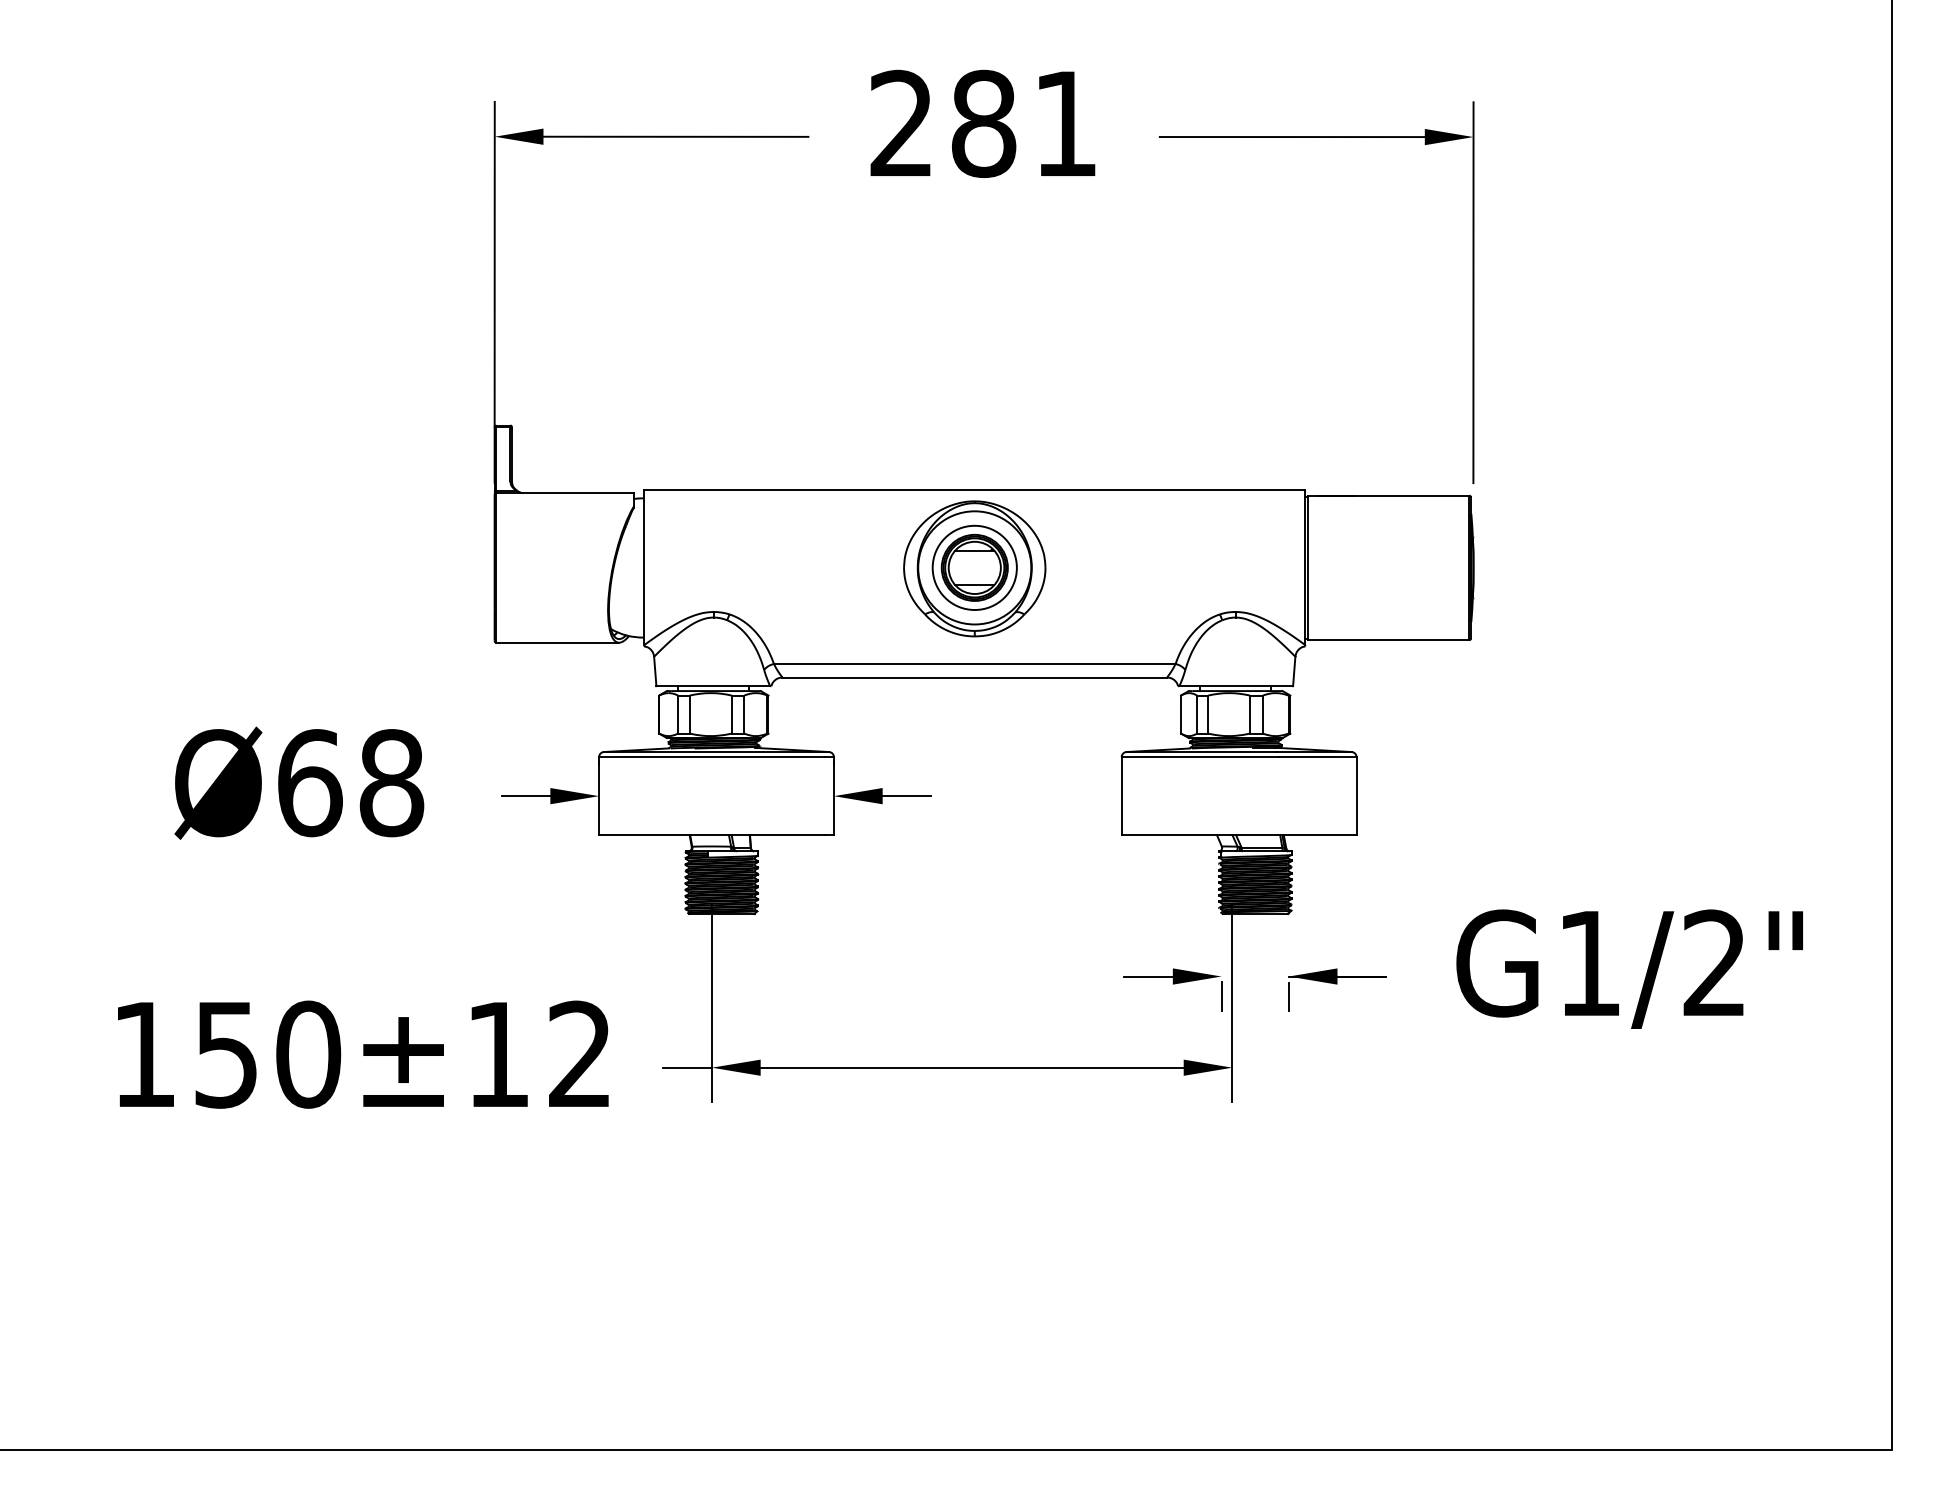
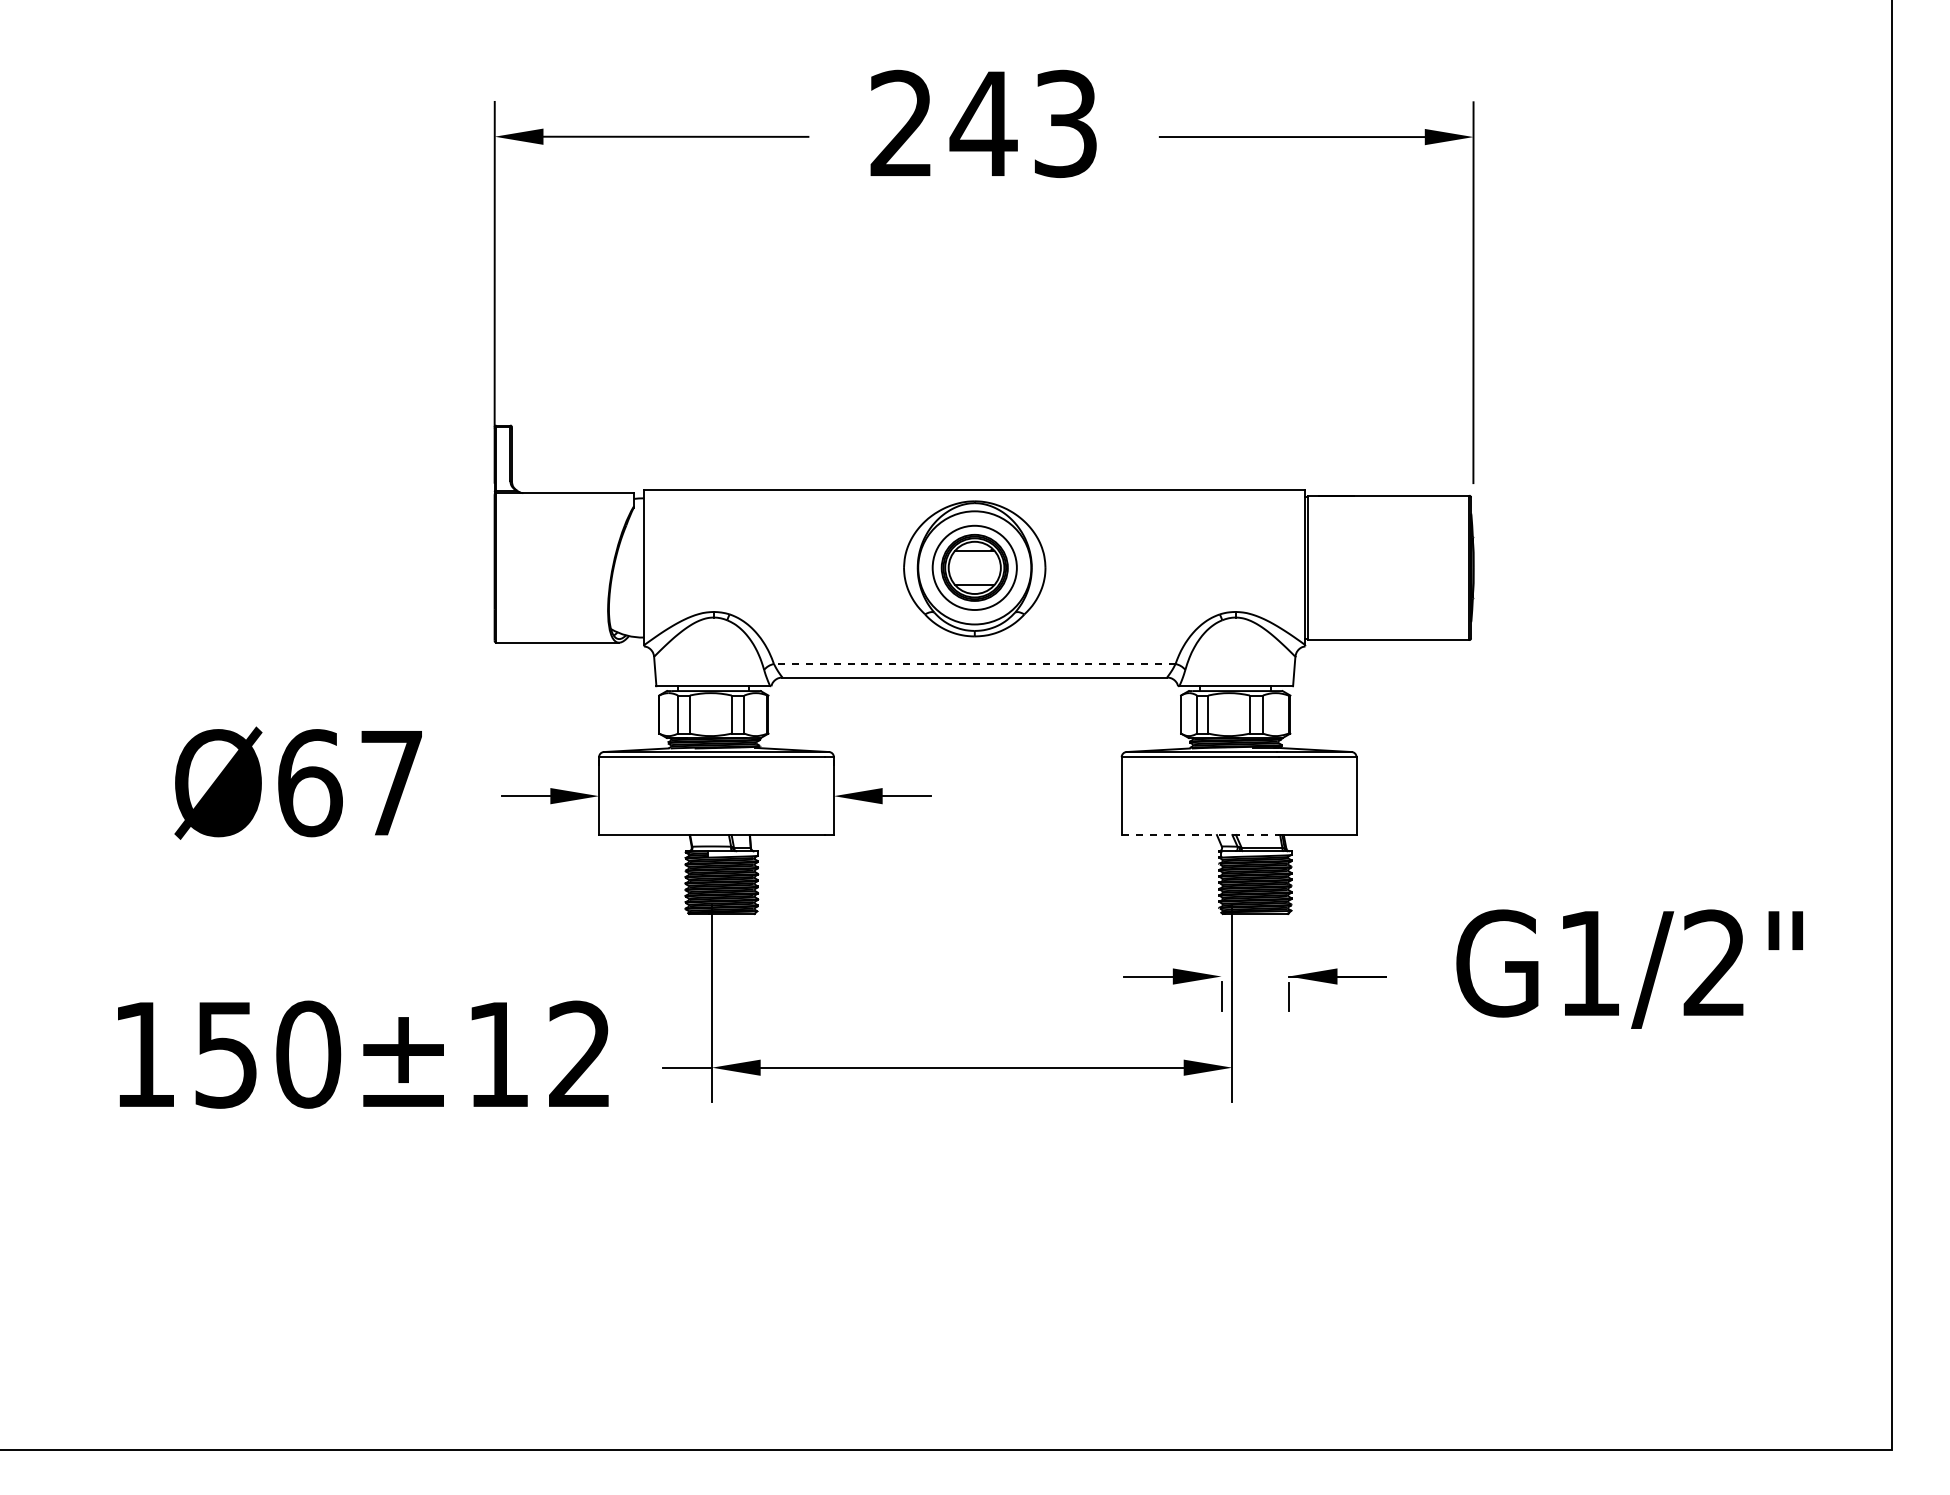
text at (1022, 123): 281 -> 243
line at (974, 664): solid -> dashed
text at (391, 783): Ø68 -> Ø67
line at (1200, 835): solid -> dashed
